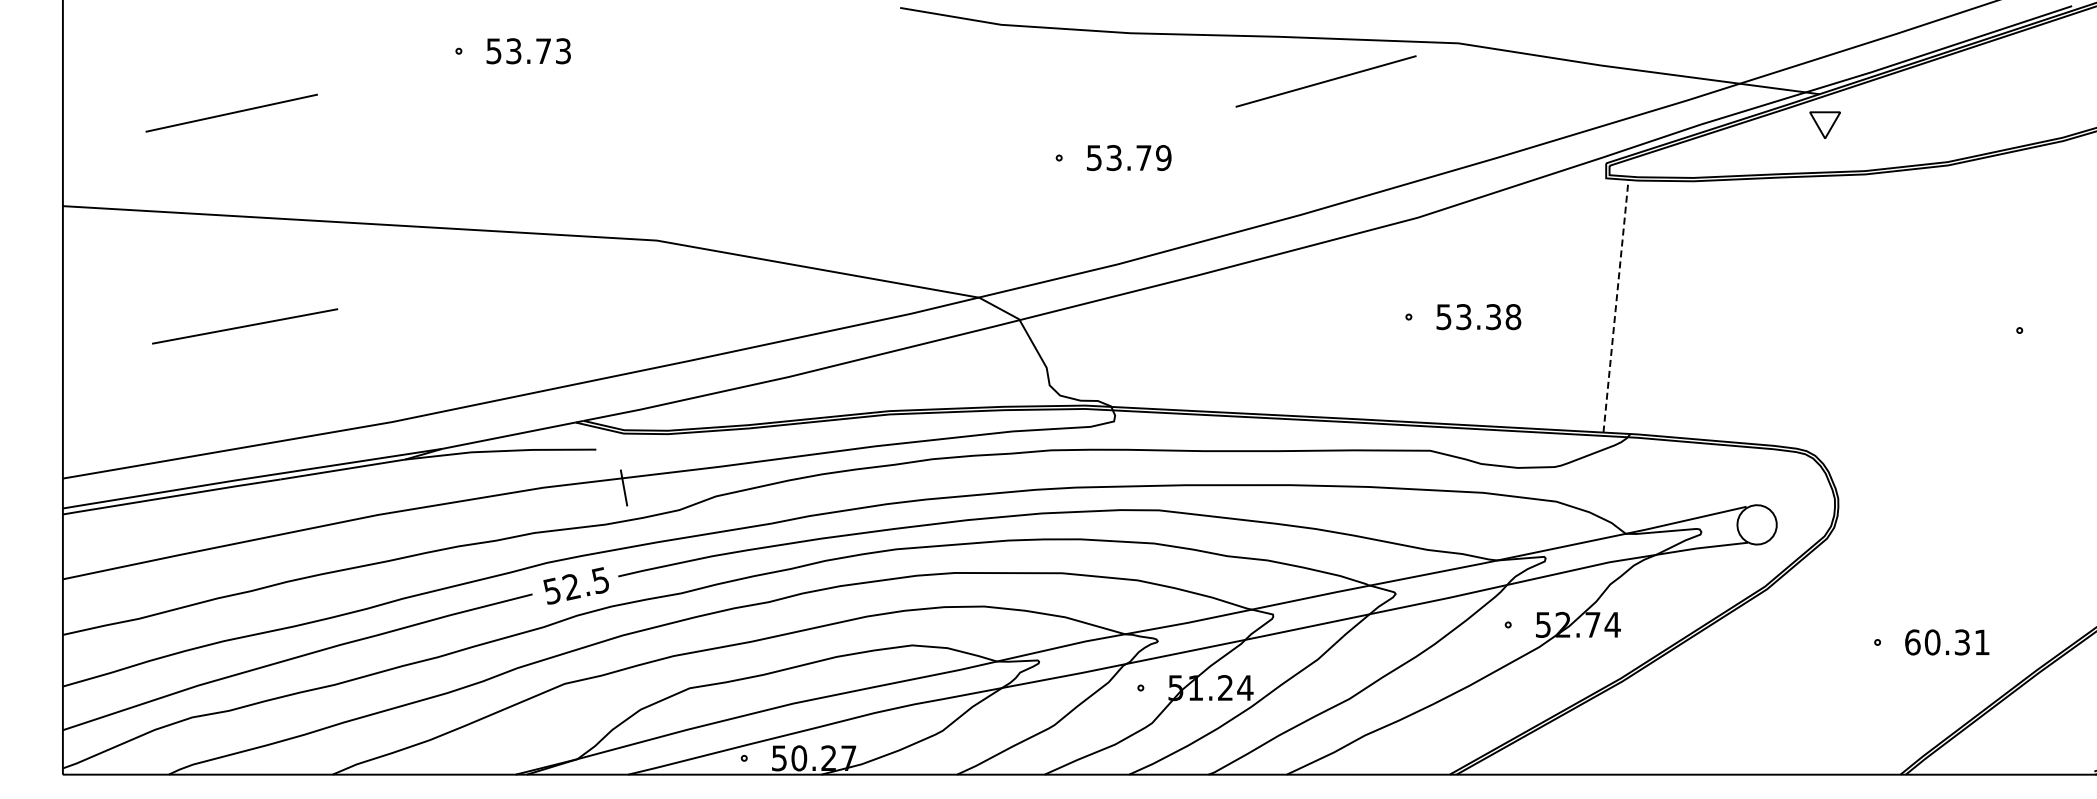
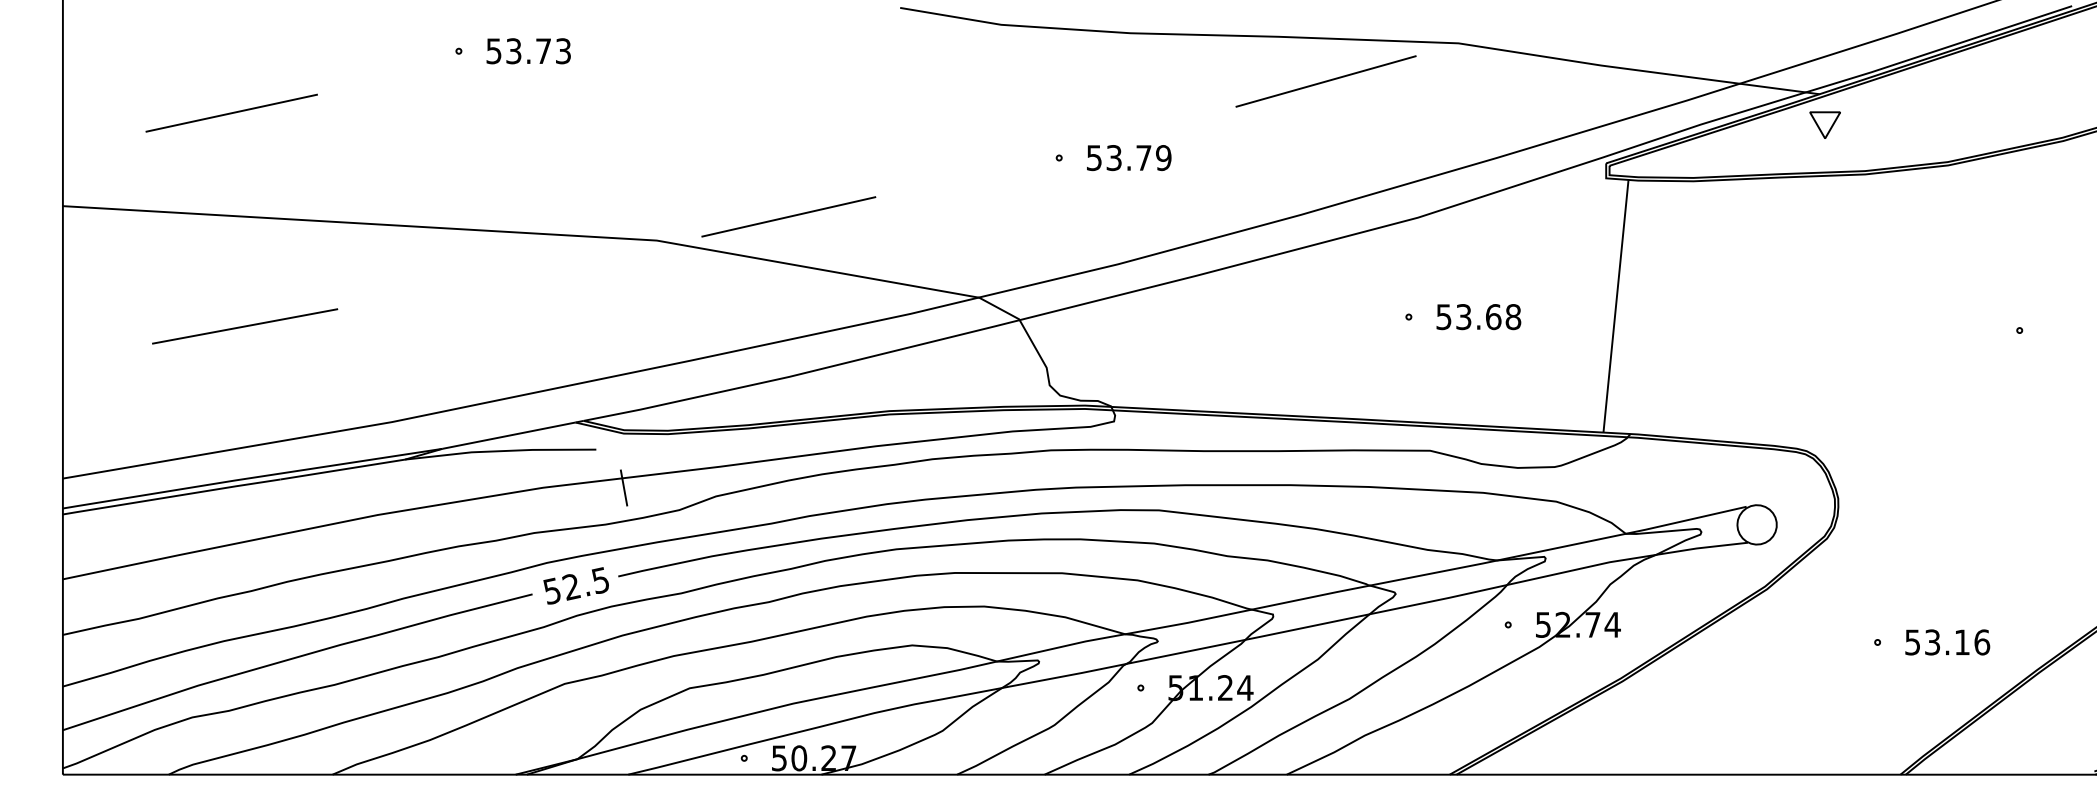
line at (788, 216): none -> present
line at (1616, 306): dashed -> solid
text at (1493, 317): 53.38 -> 53.68
text at (1947, 642): 60.31 -> 53.16
